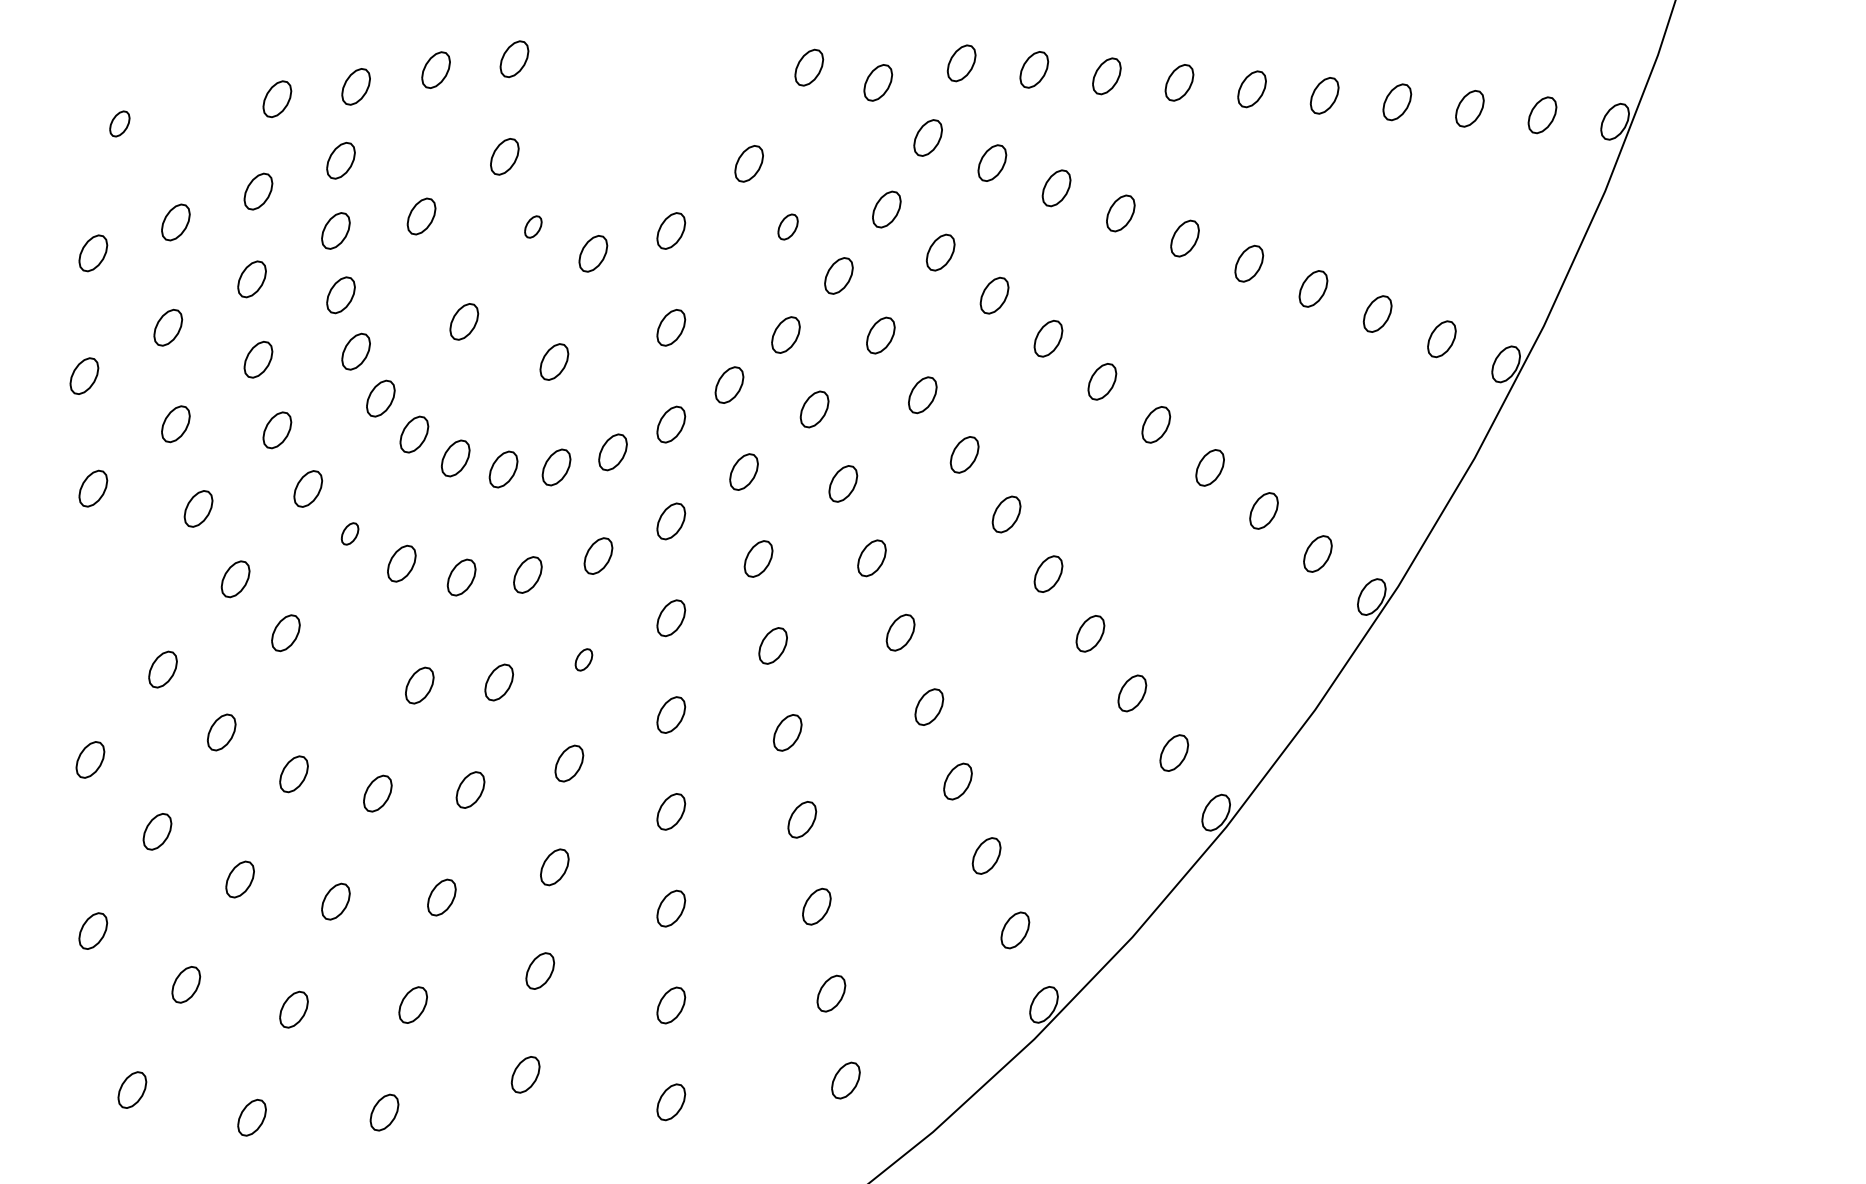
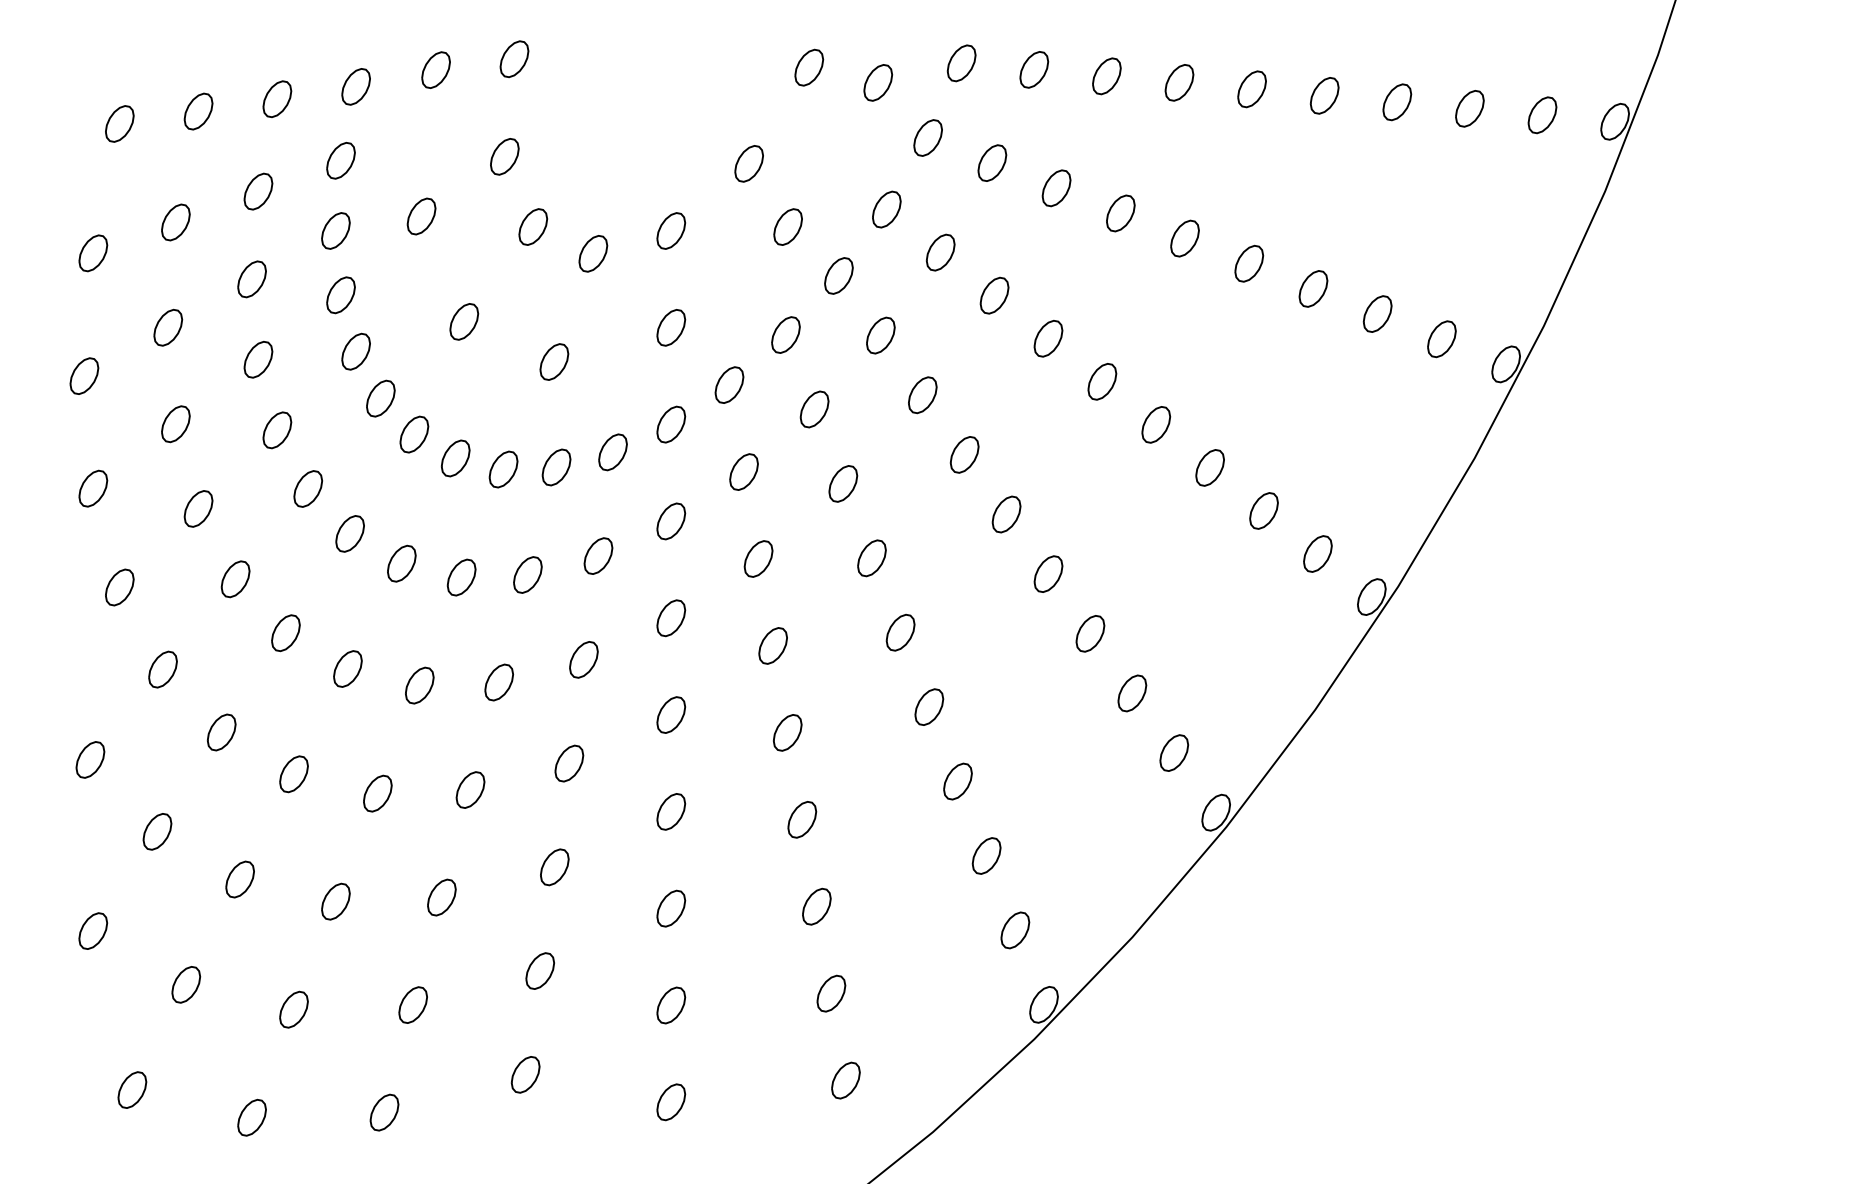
part at (198, 111): none -> present
part at (119, 123) size: 22x28 px -> 30x38 px
part at (533, 226) size: 19x24 px -> 31x38 px
part at (787, 226) size: 22x28 px -> 30x38 px
part at (349, 533) size: 20x24 px -> 30x38 px
part at (119, 587): none -> present
part at (583, 659) size: 20x24 px -> 30x38 px
part at (347, 668): none -> present
